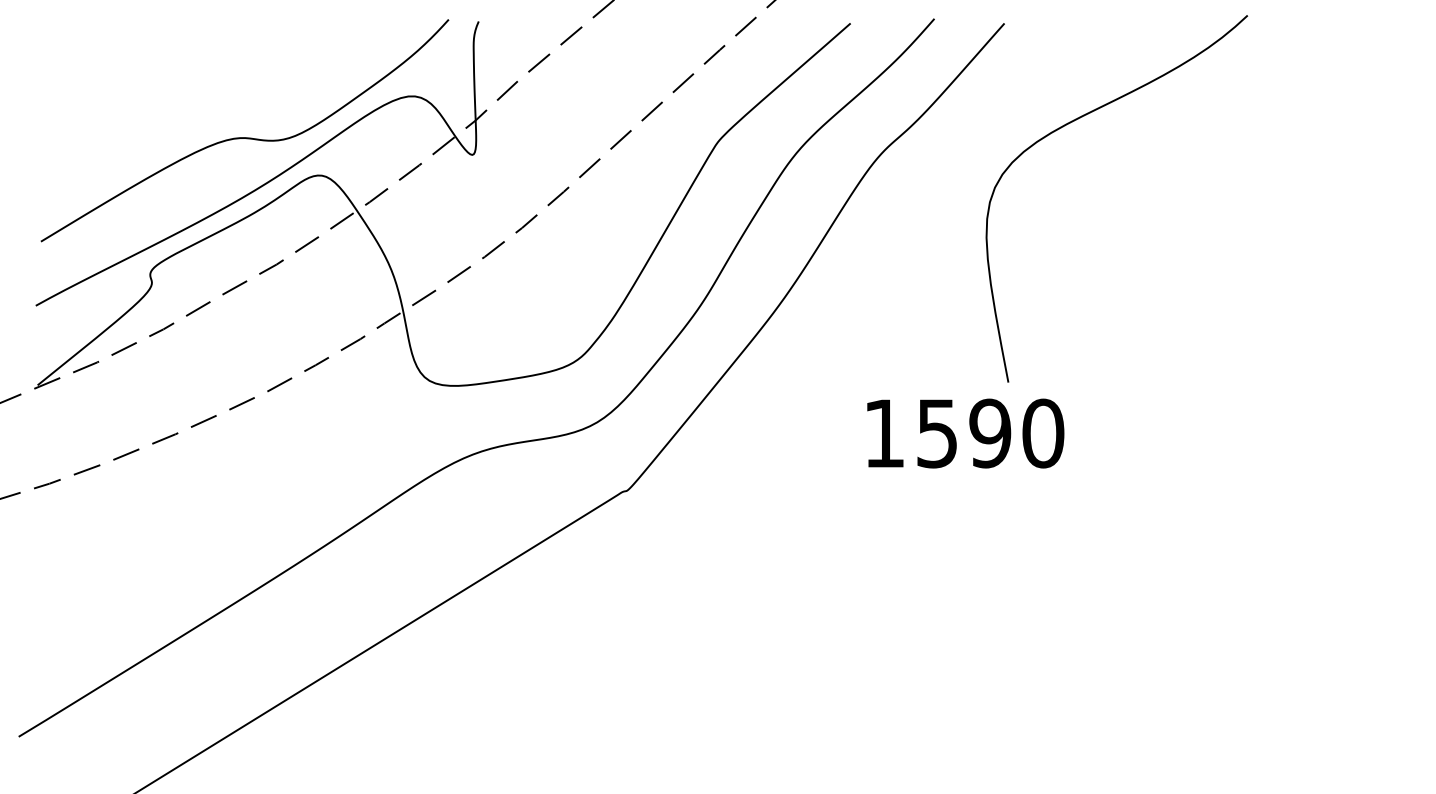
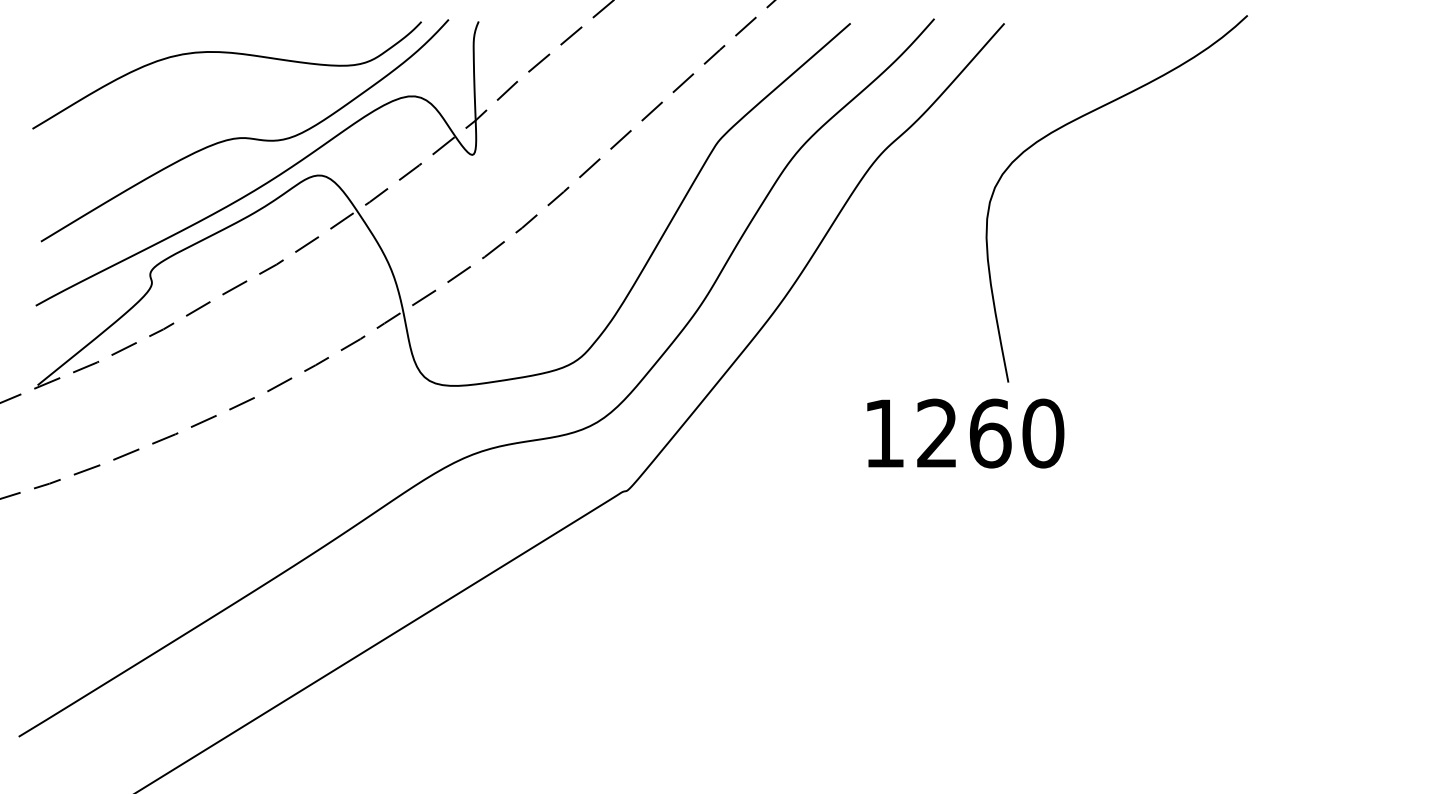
curve at (226, 53): none -> present
text at (964, 433): 1590 -> 1260
